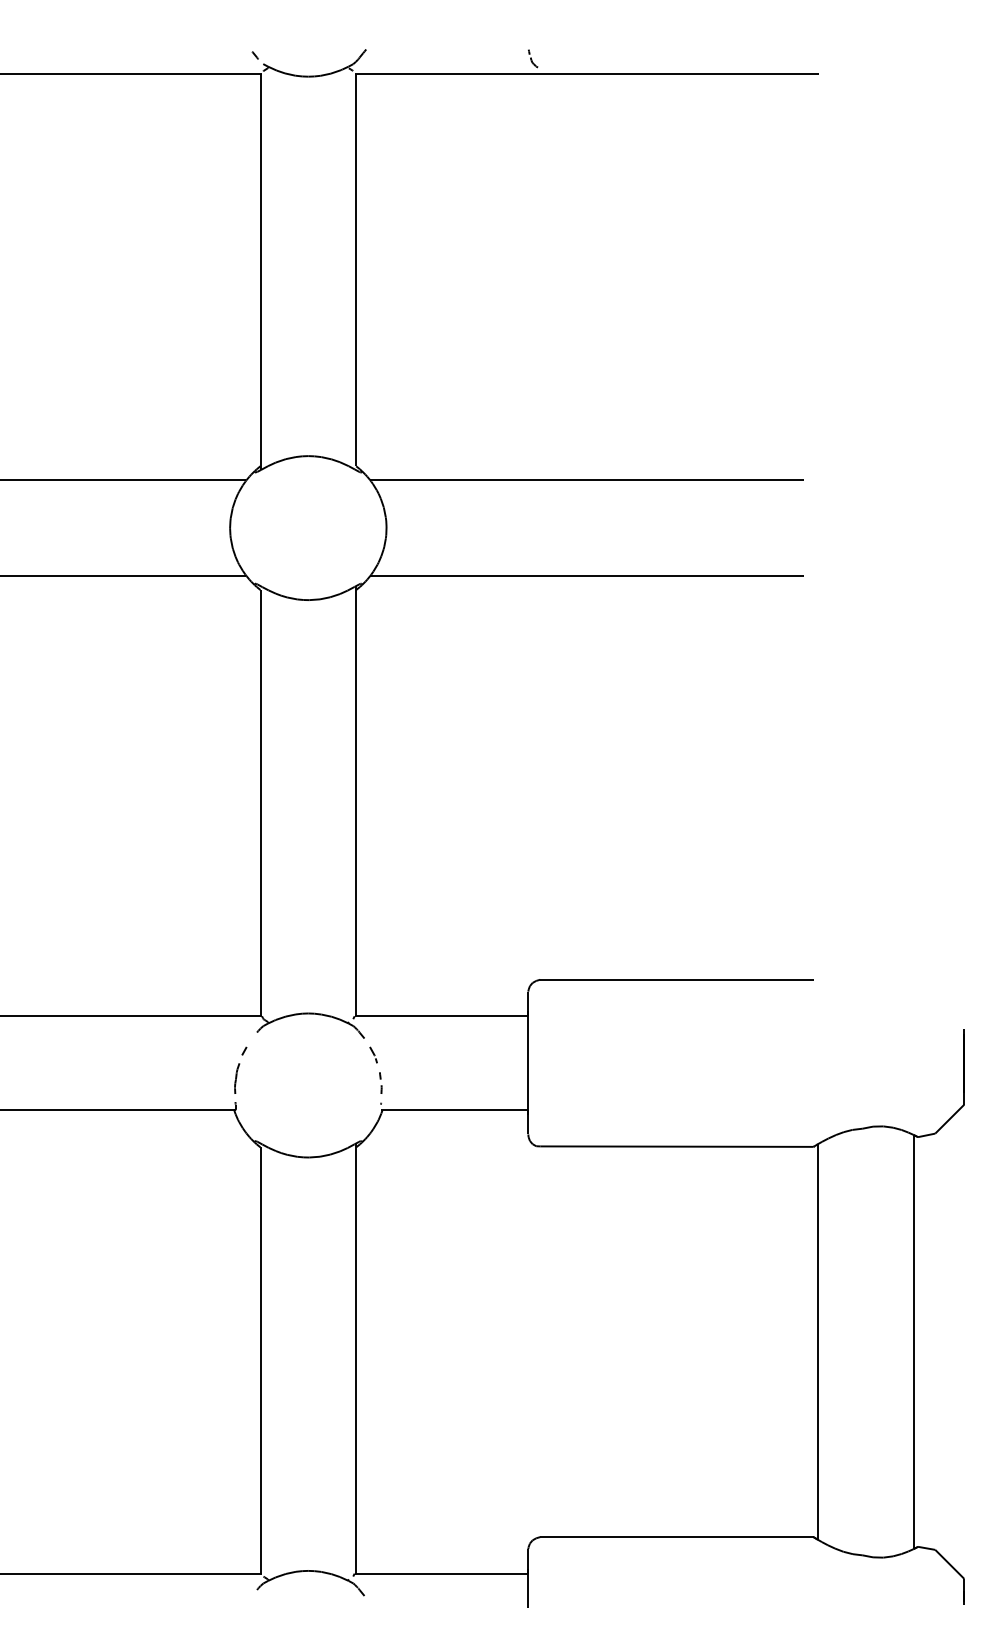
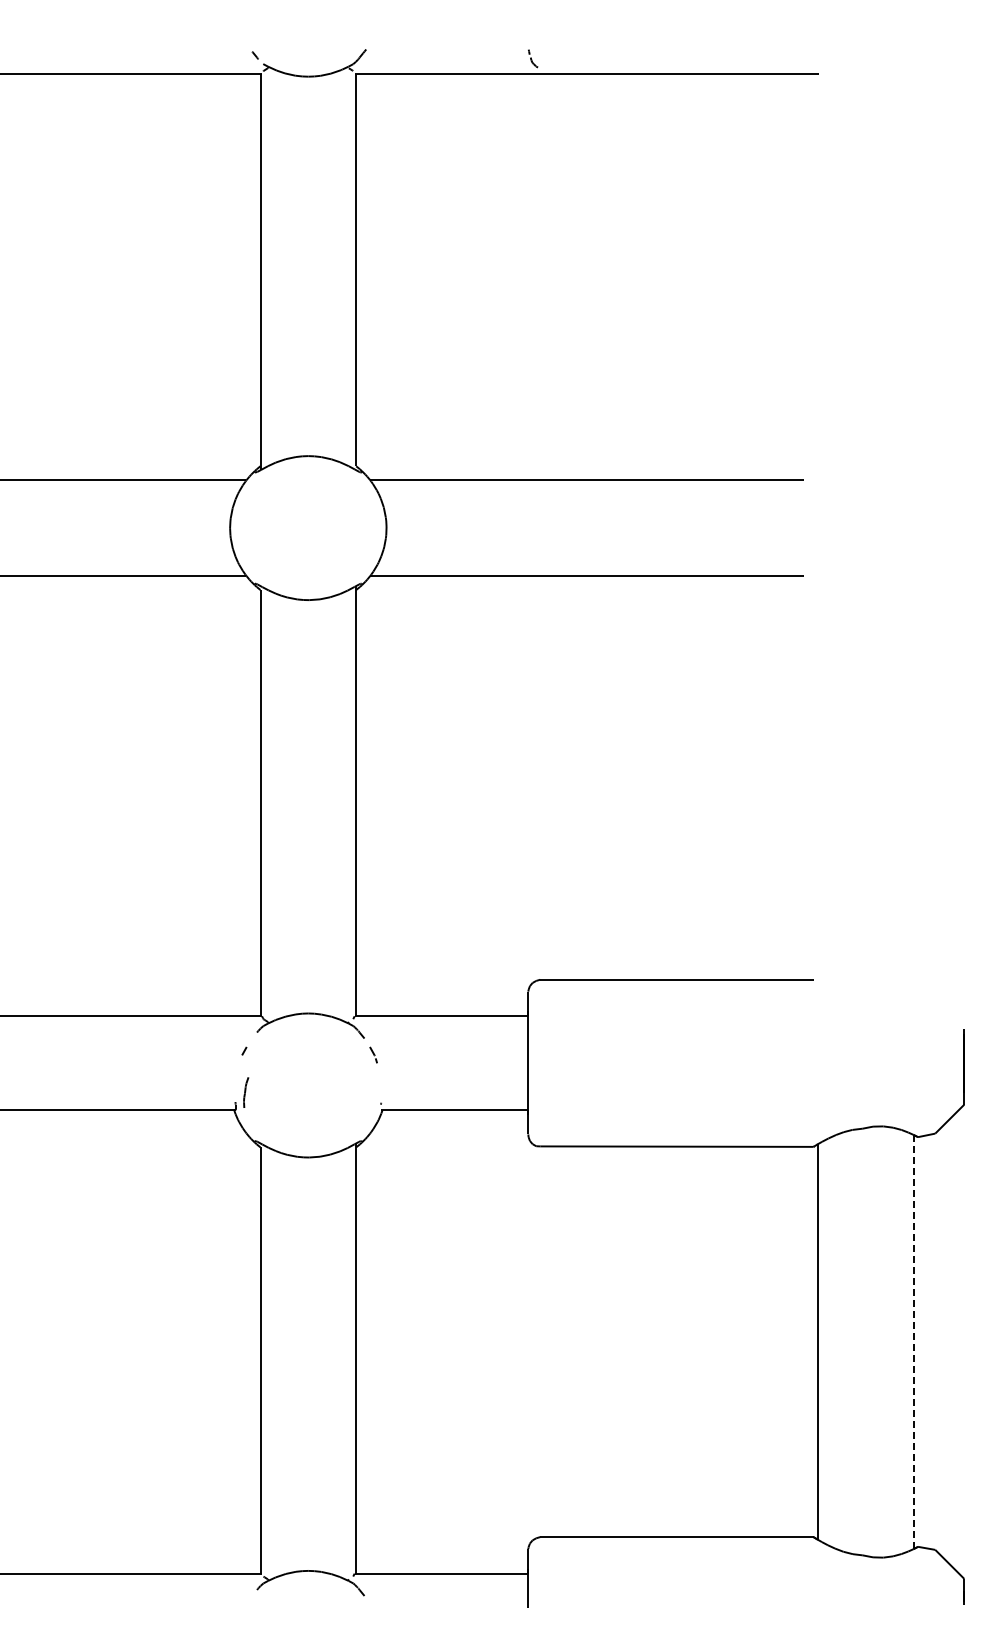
part at (237, 1078) position: (237, 1078) -> (246, 1092)
part at (380, 1082): present -> none
line at (913, 1342): solid -> dashed
